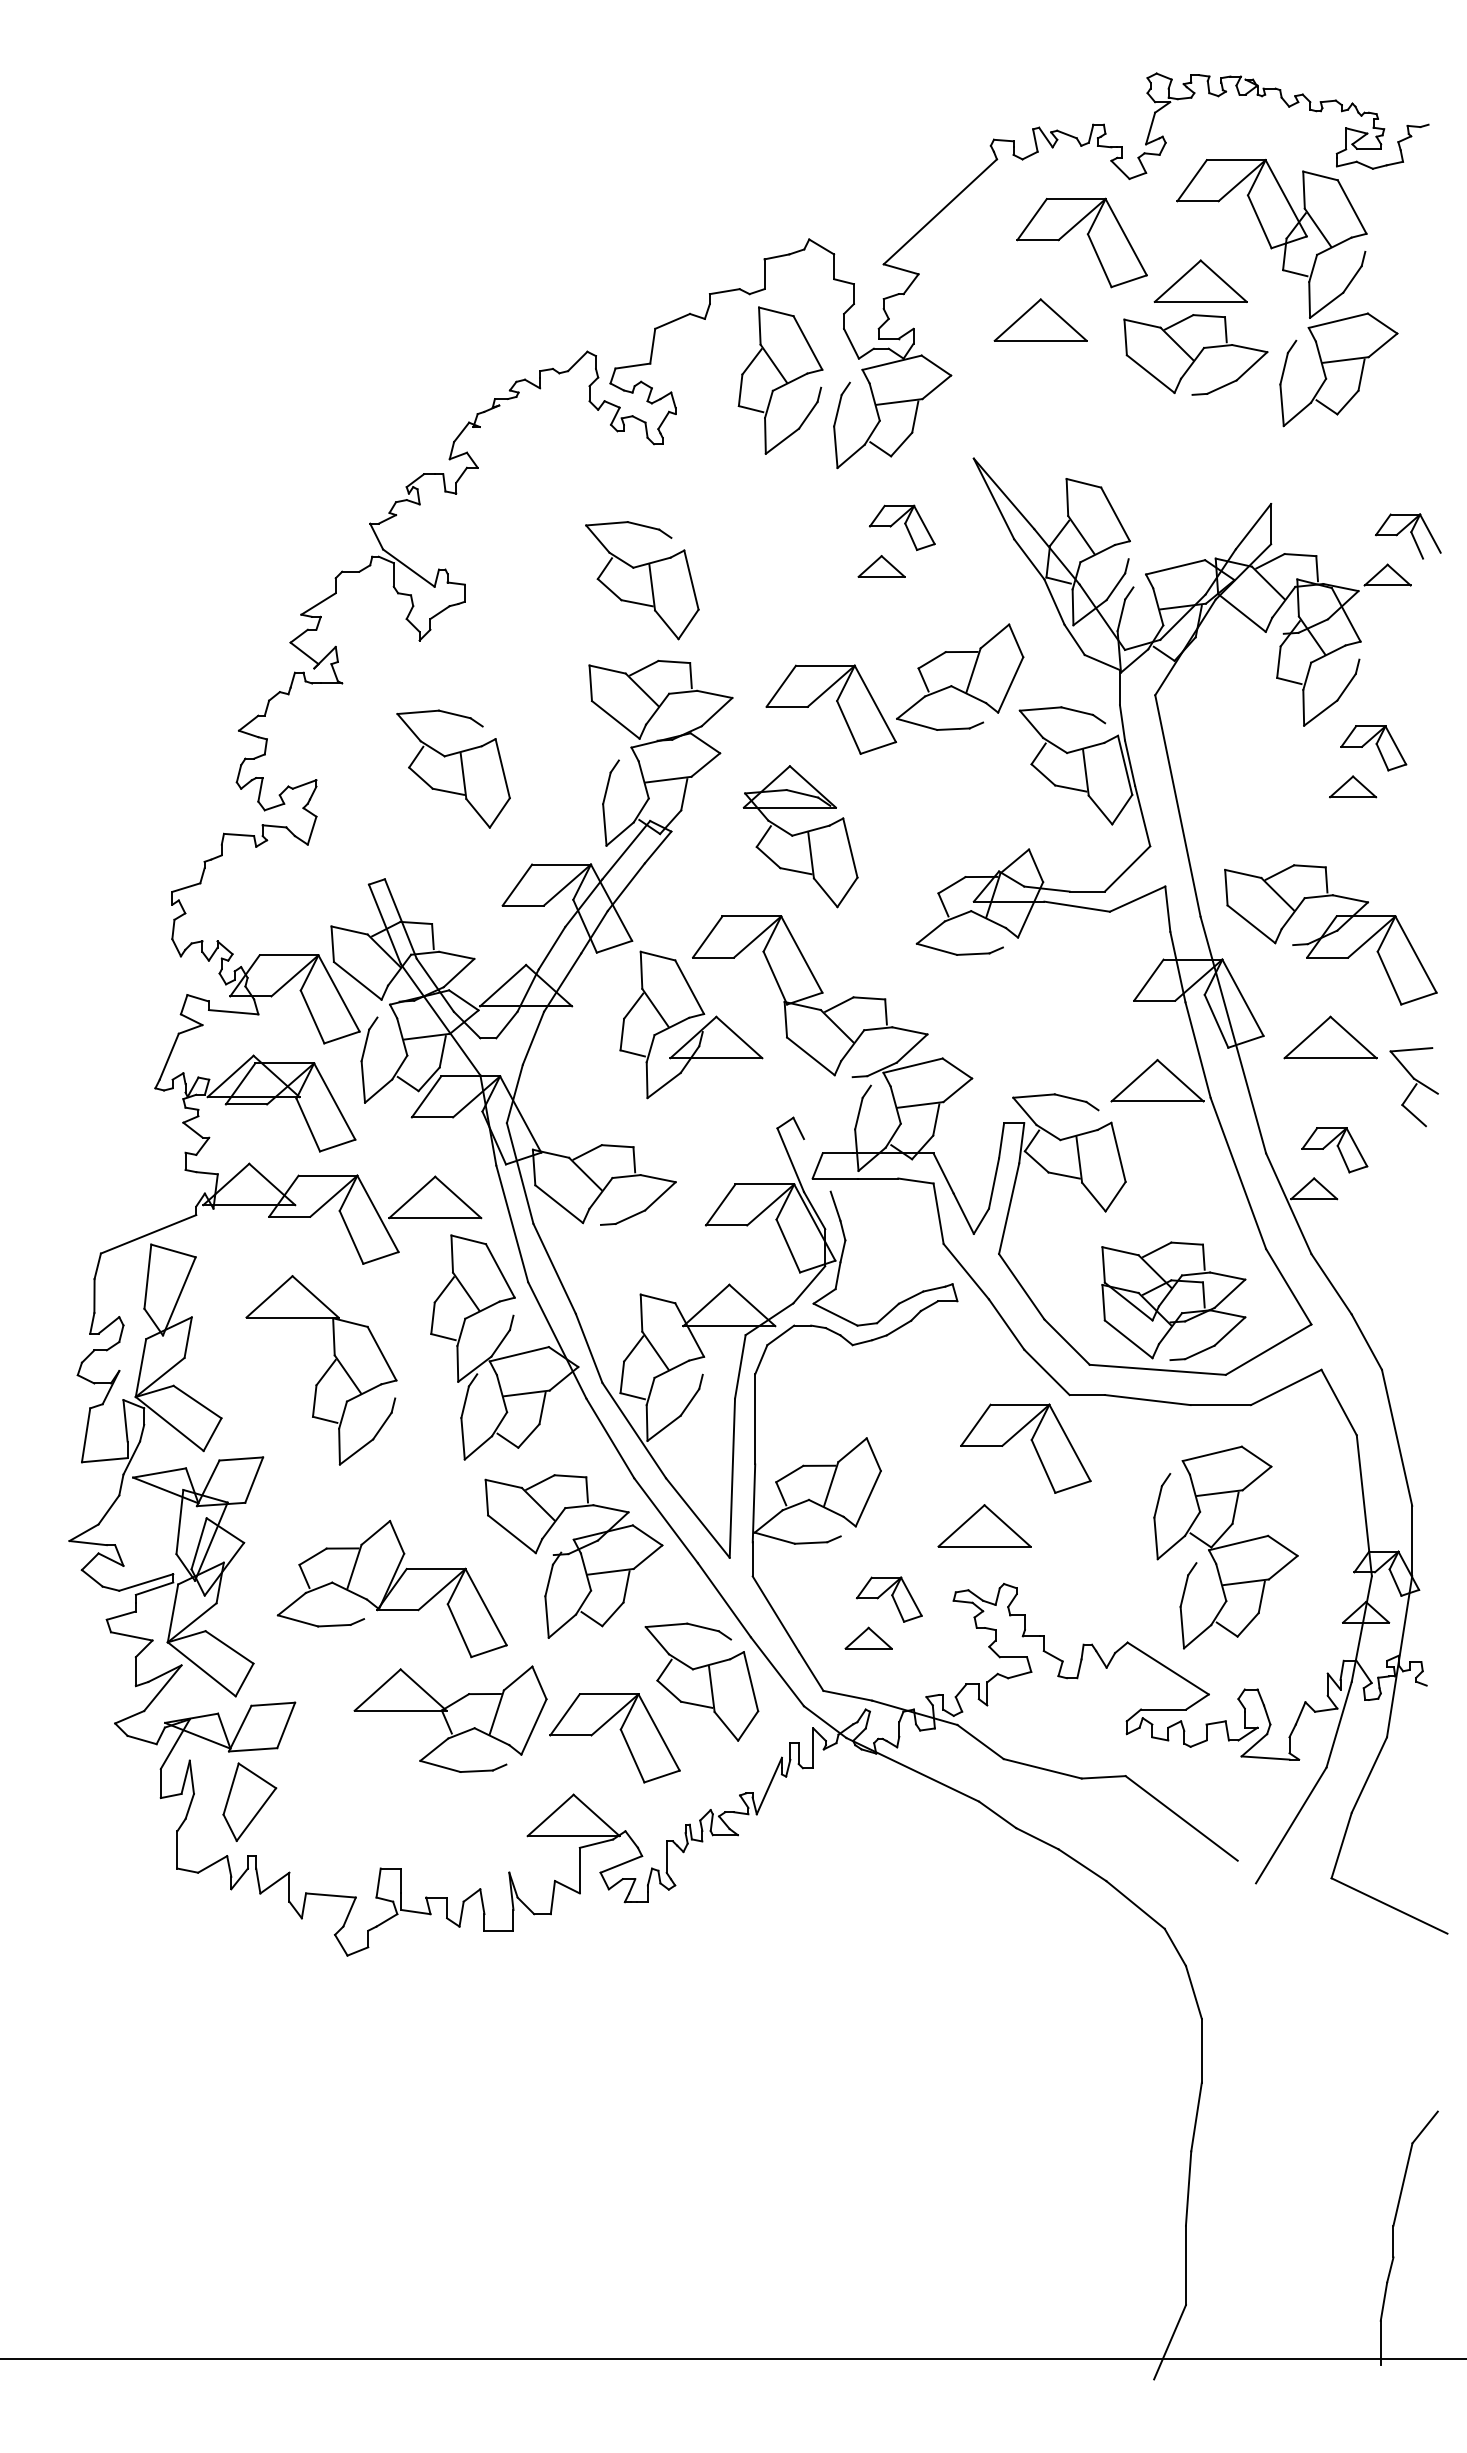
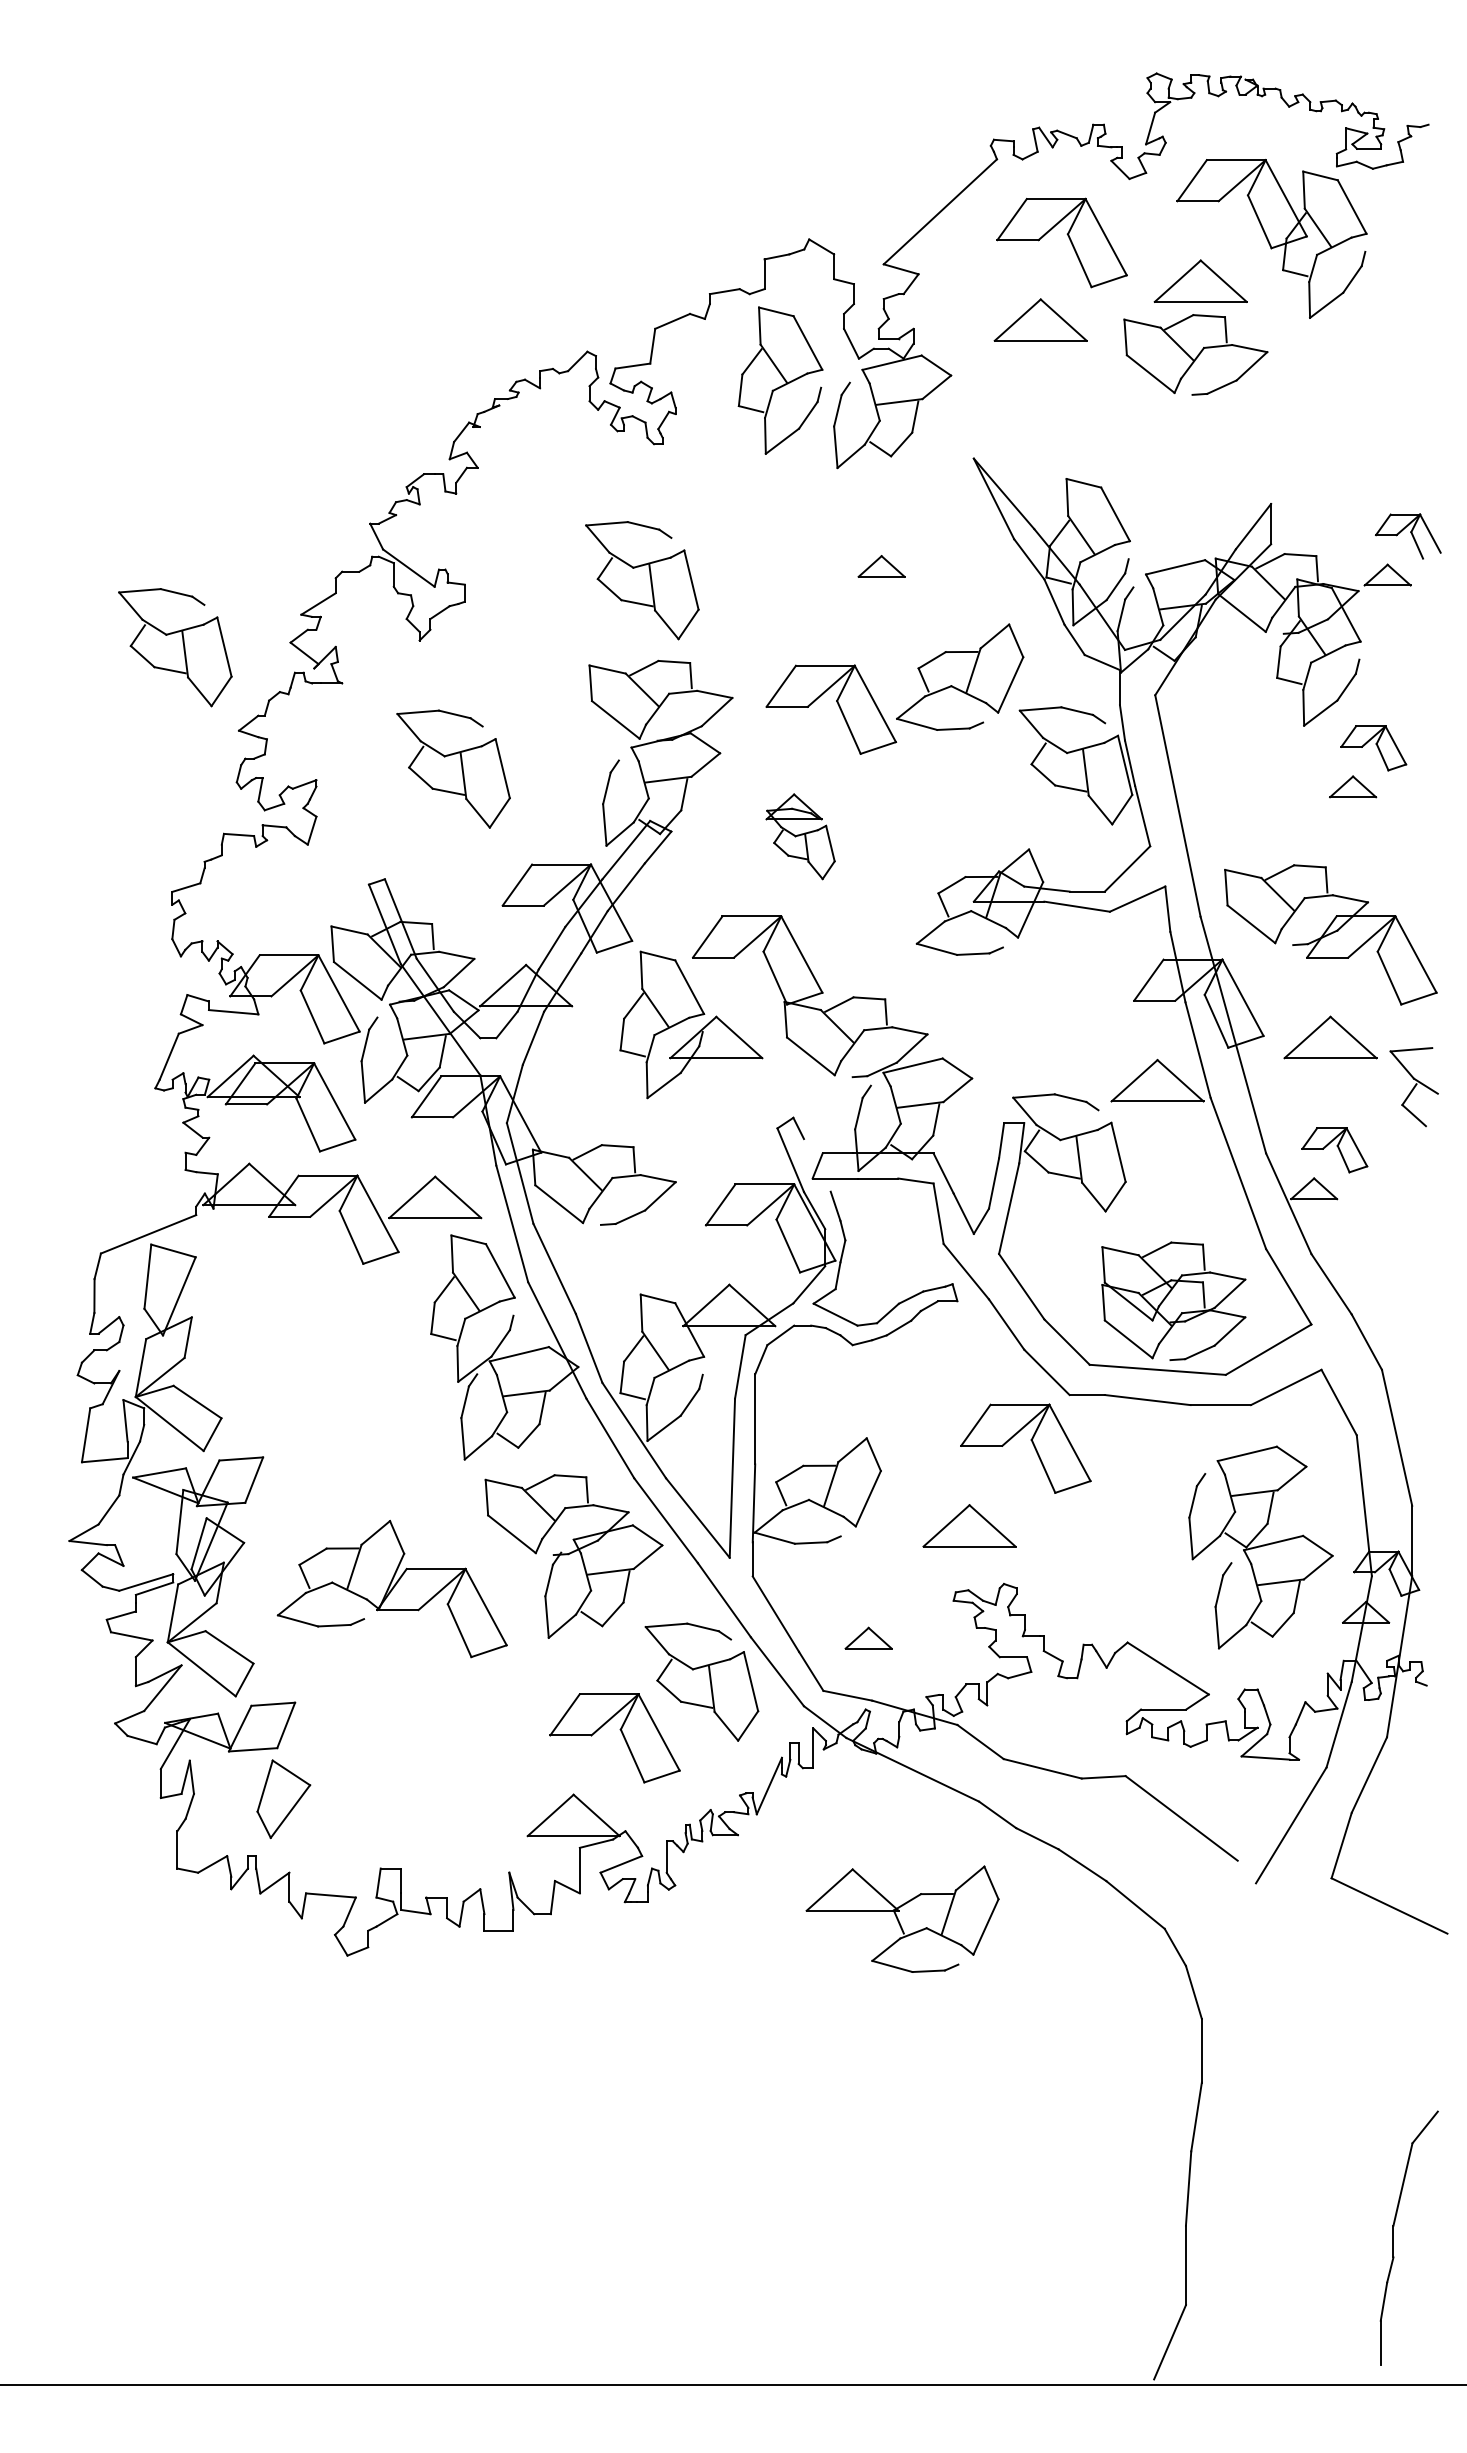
part at (1088, 238) position: (1088, 238) -> (1068, 238)
part at (1338, 369): present -> none
part at (901, 527): present -> none
part at (175, 647): none -> present
part at (800, 836) size: 117x144 px -> 71x88 px
part at (321, 1370): present -> none
part at (984, 1525) position: (984, 1525) -> (969, 1525)
part at (1225, 1547) position: (1225, 1547) -> (1260, 1547)
part at (889, 1599): present -> none
part at (450, 1718) position: (450, 1718) -> (902, 1918)
part at (249, 1801) position: (249, 1801) -> (283, 1798)
line at (732, 2359) position: (732, 2359) -> (732, 2385)
